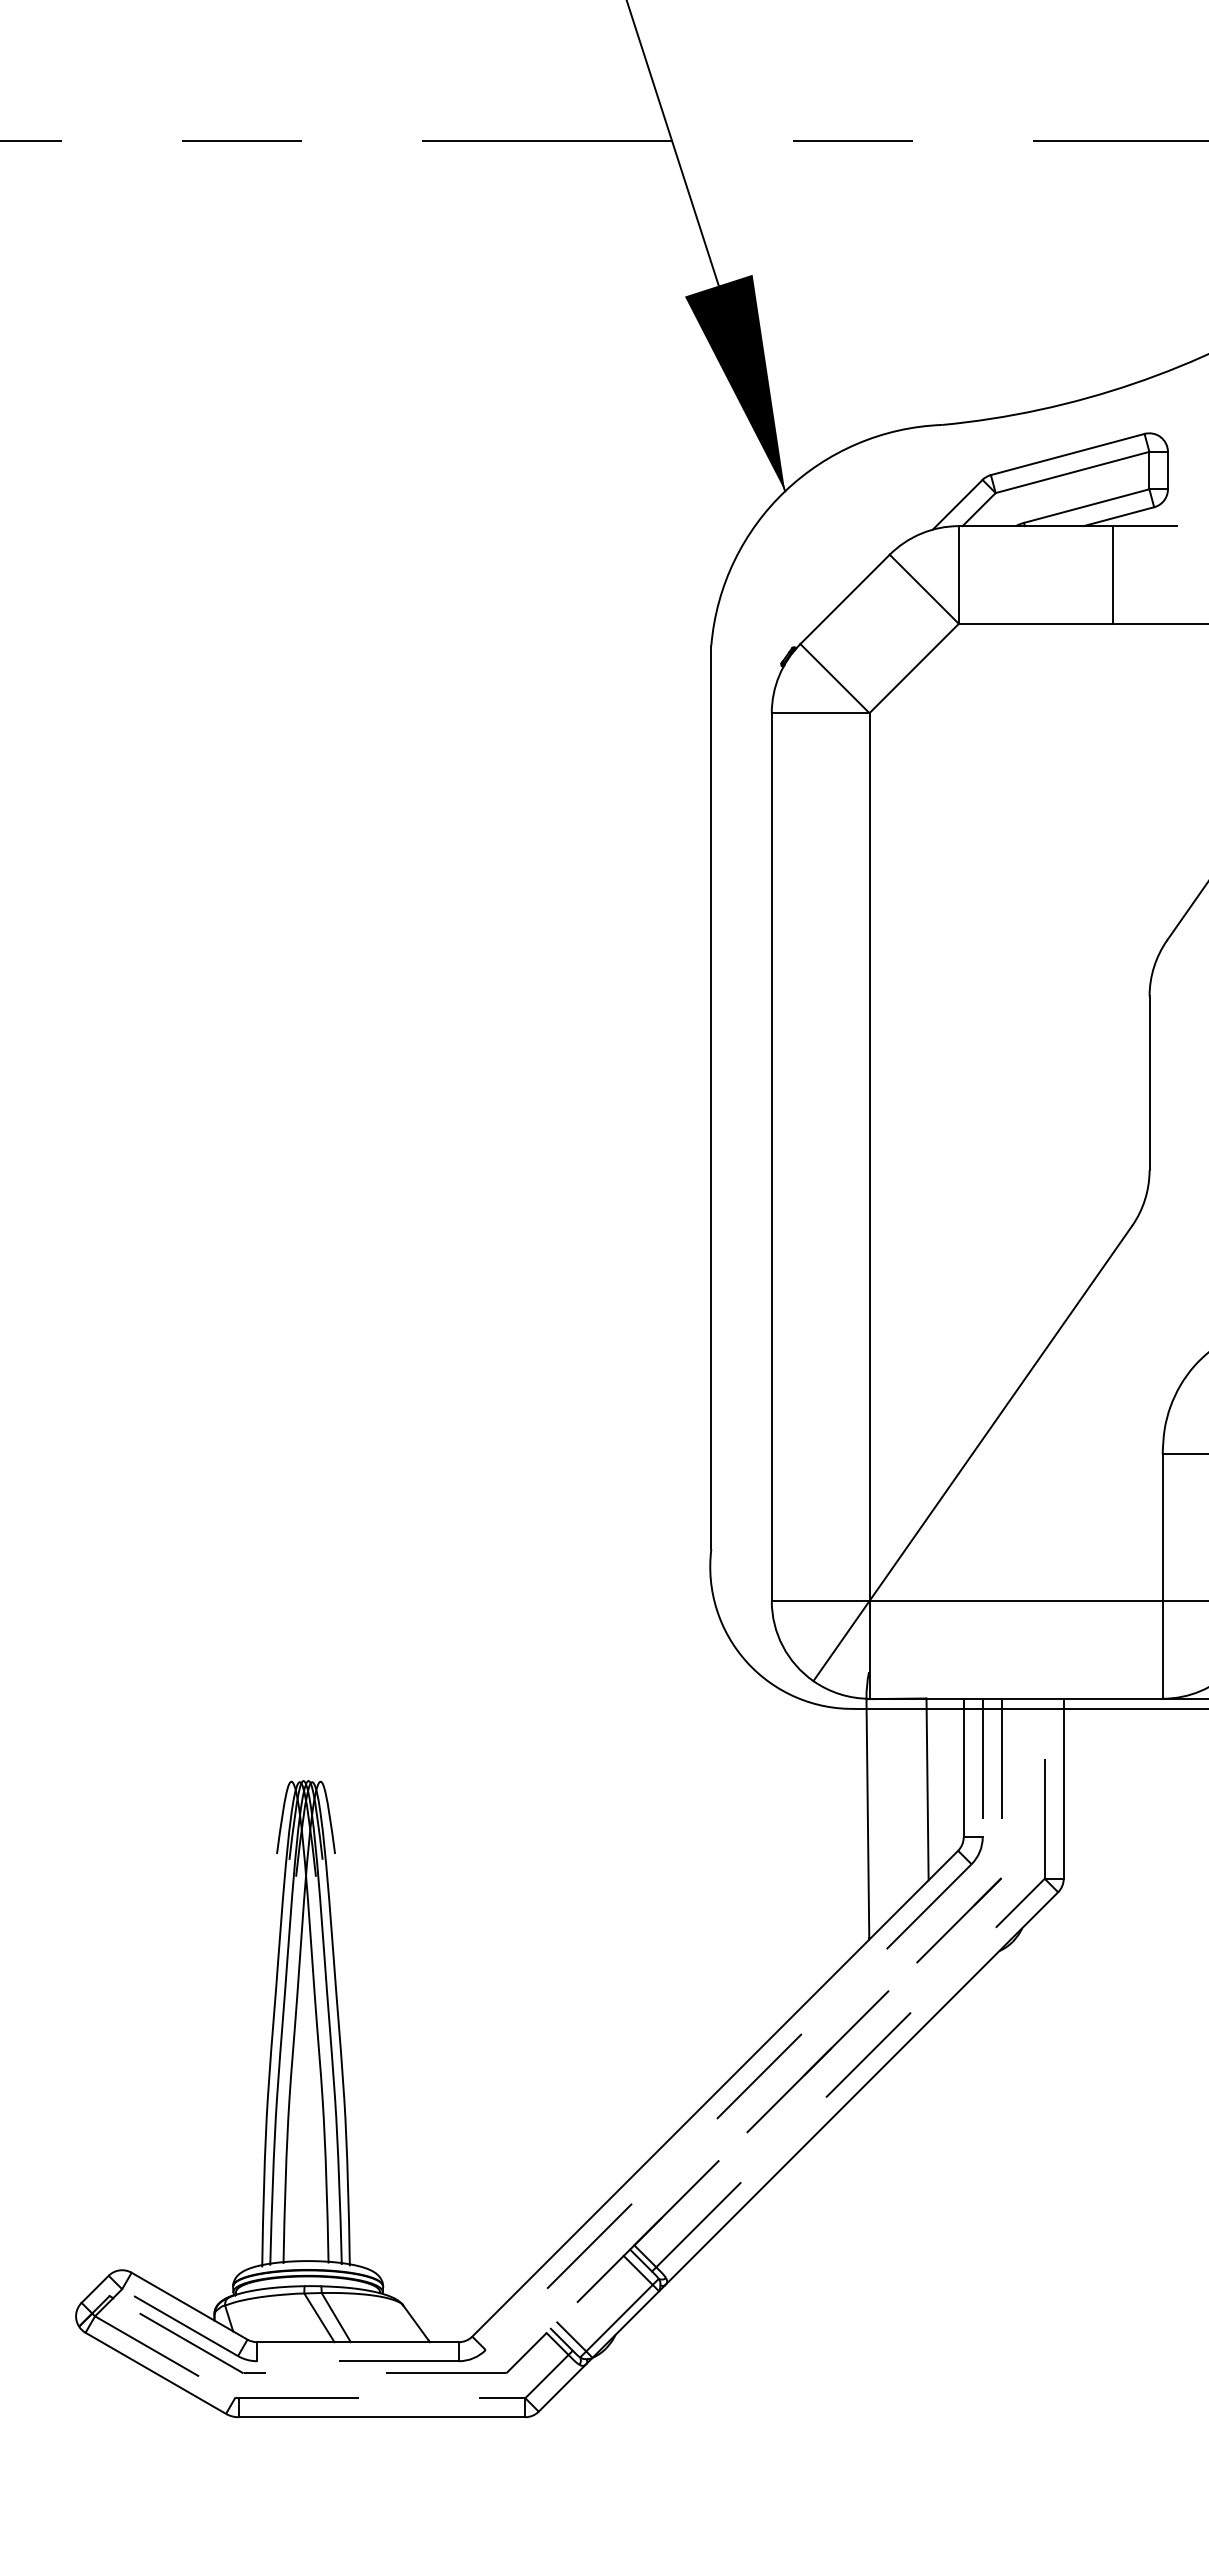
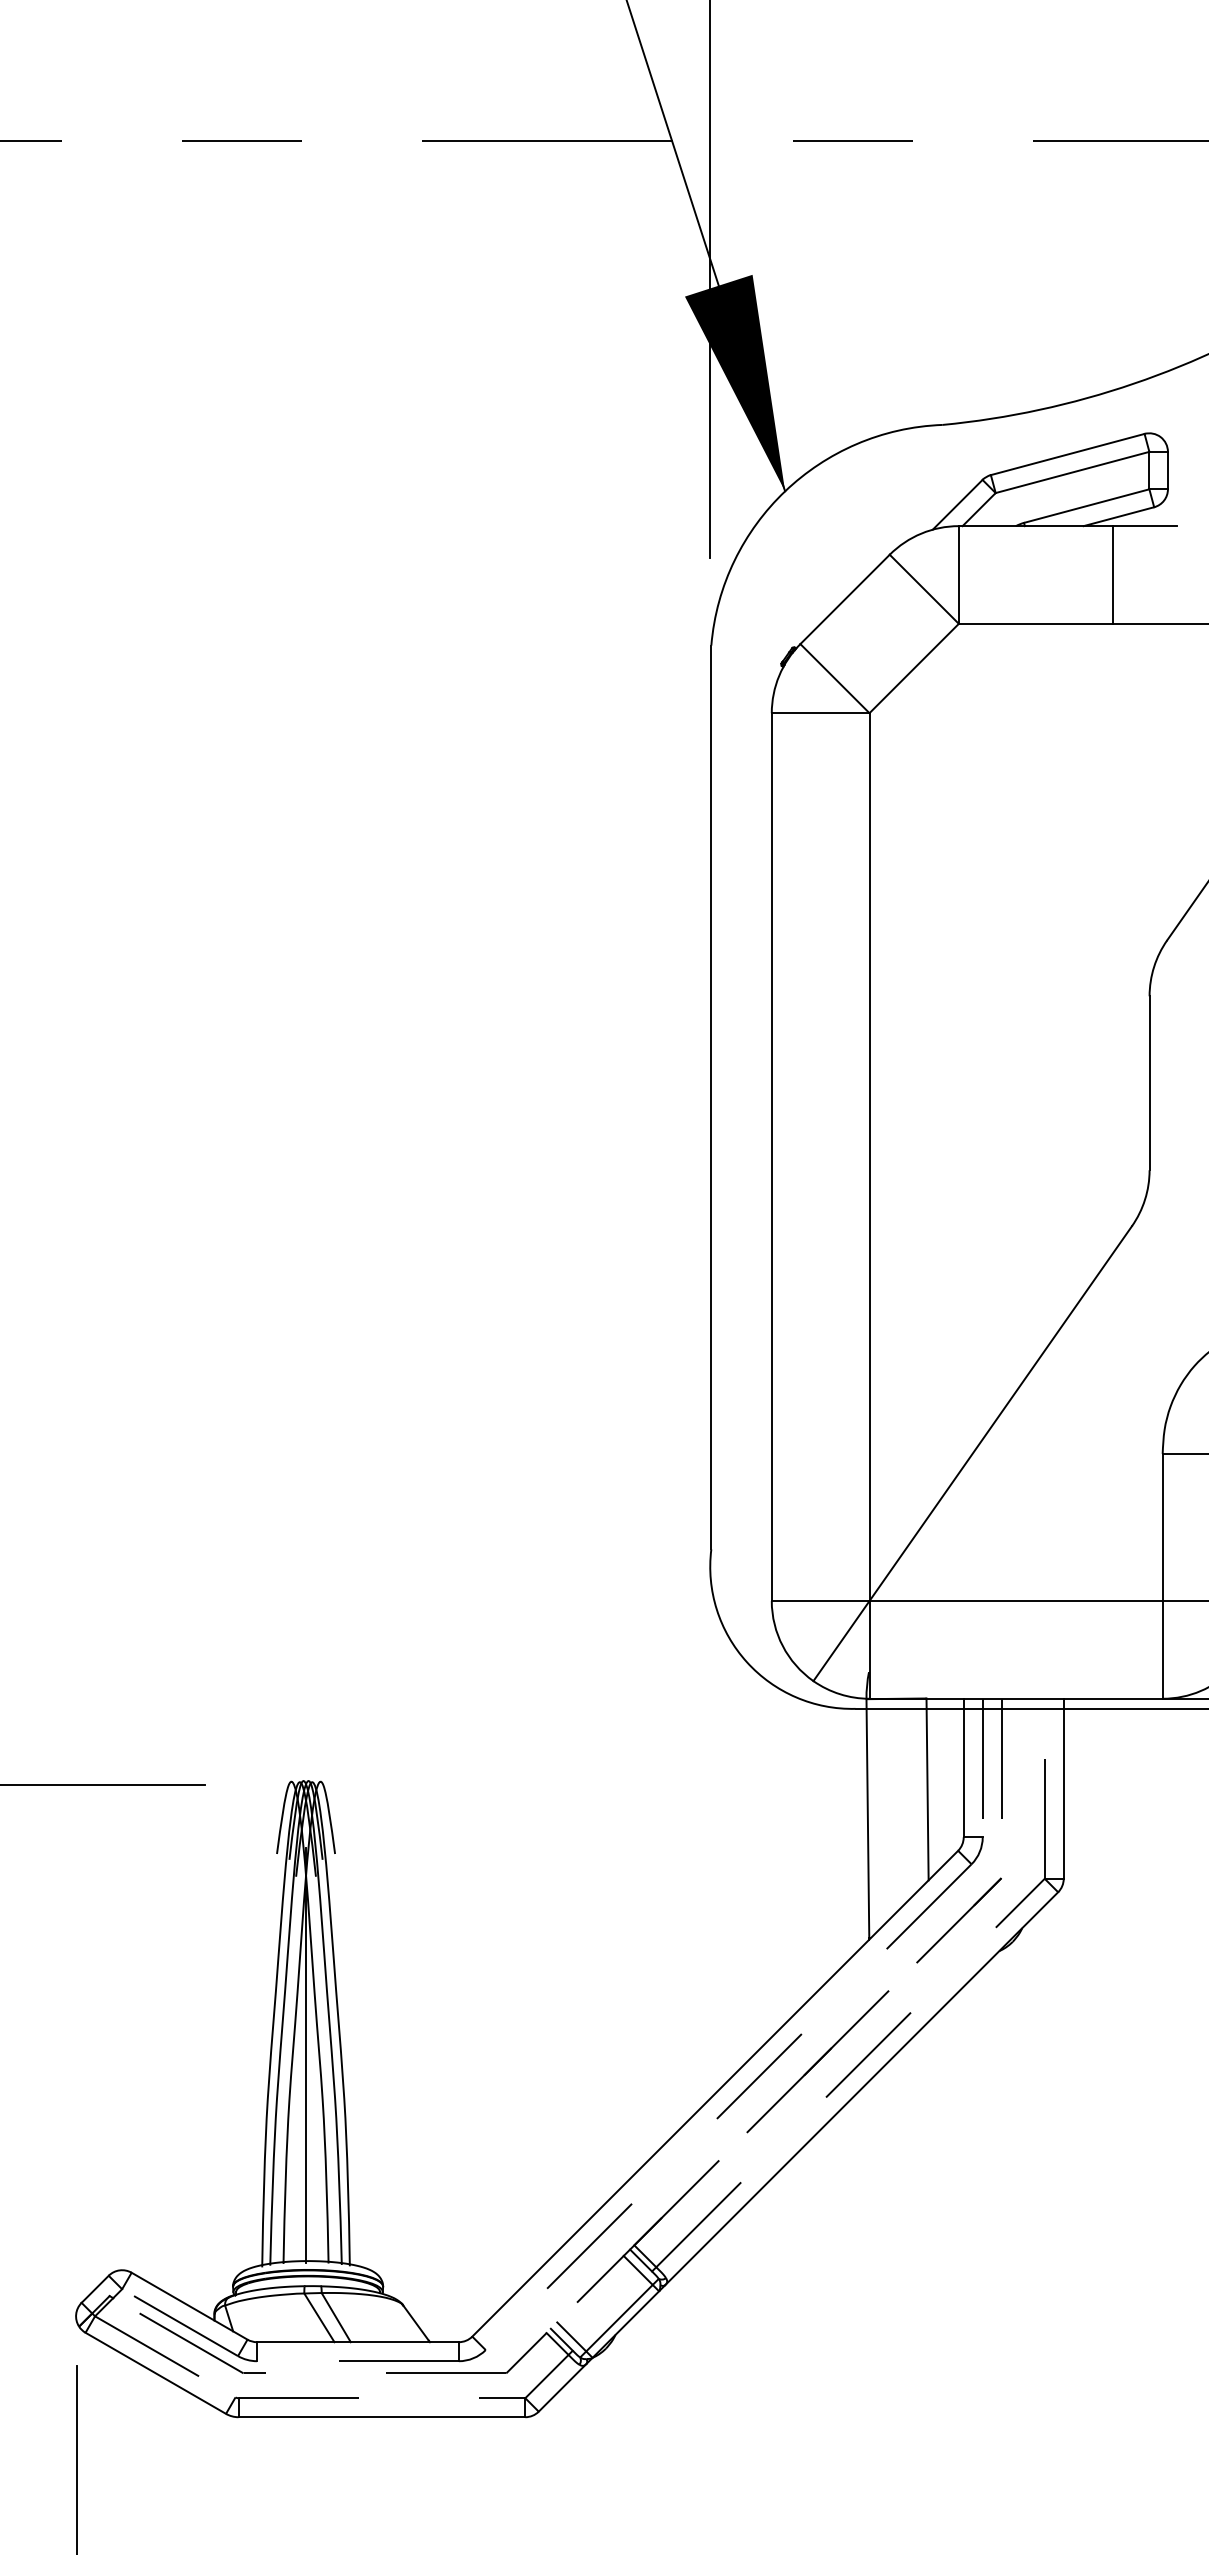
line at (709, 280): none -> present
line at (103, 1784): none -> present
line at (306, 2055): none -> present
line at (76, 2458): none -> present
